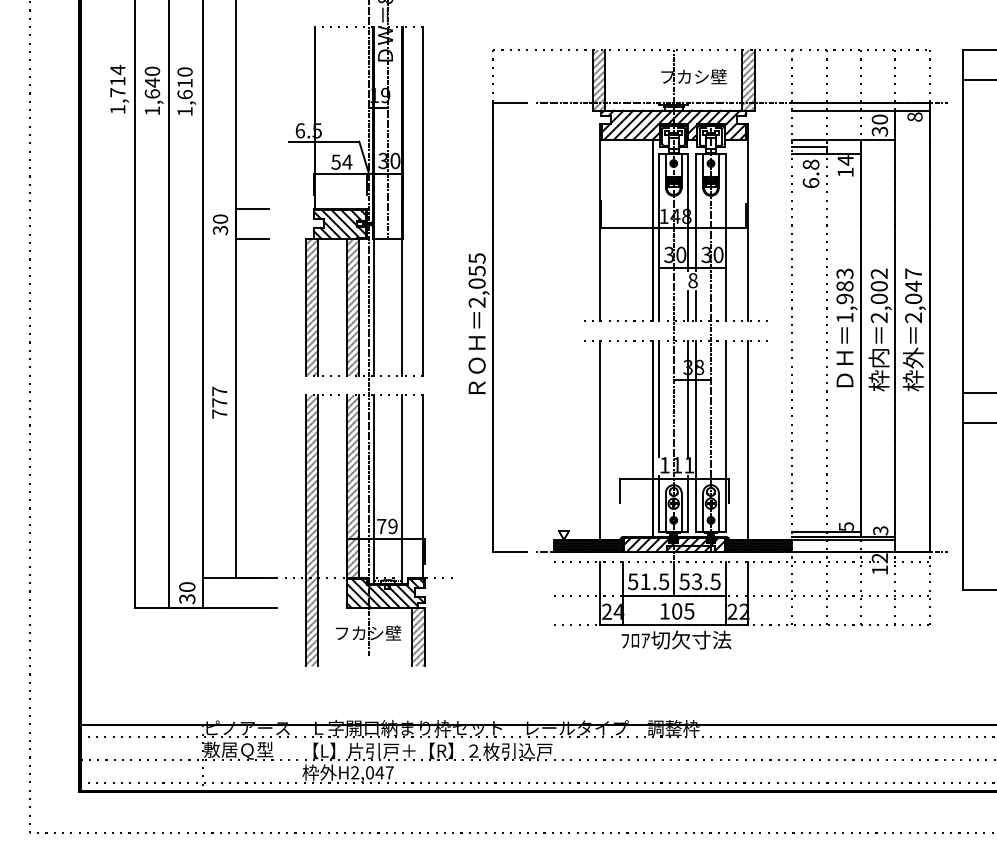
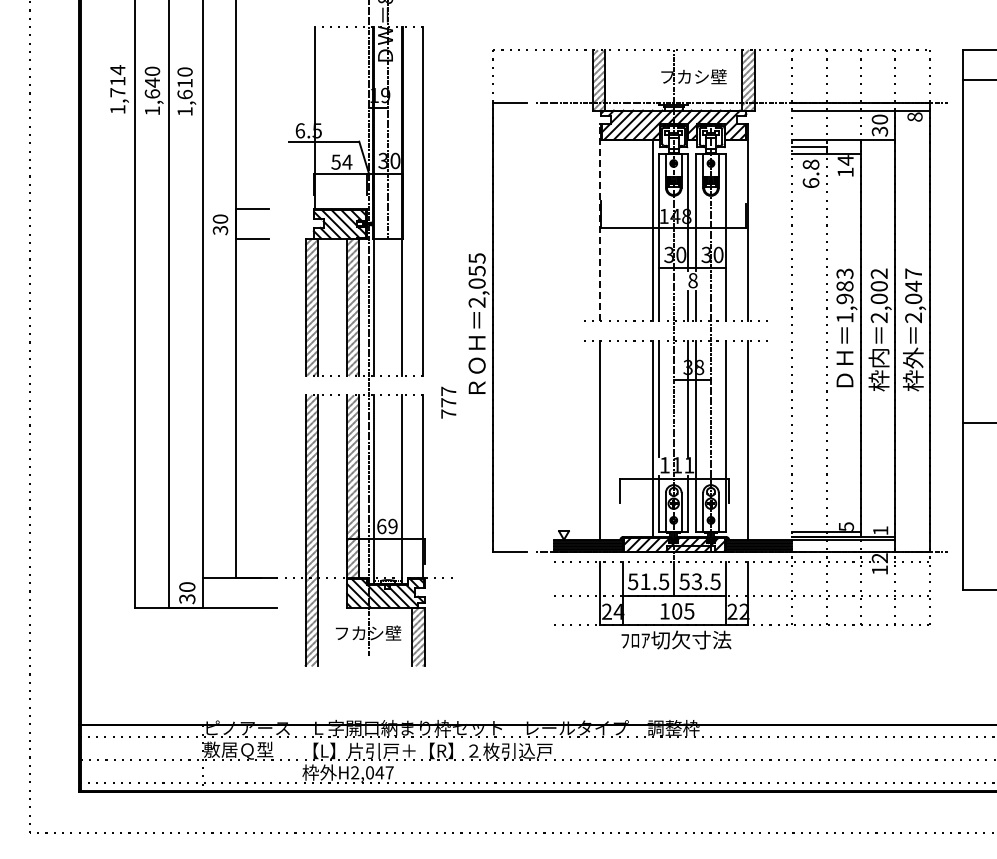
line at (599, 222): solid -> dashed
line at (977, 393): present -> none
text at (219, 402) position: (219, 402) -> (448, 402)
text at (381, 526): 79 -> 69
text at (880, 530): 3 -> 1
